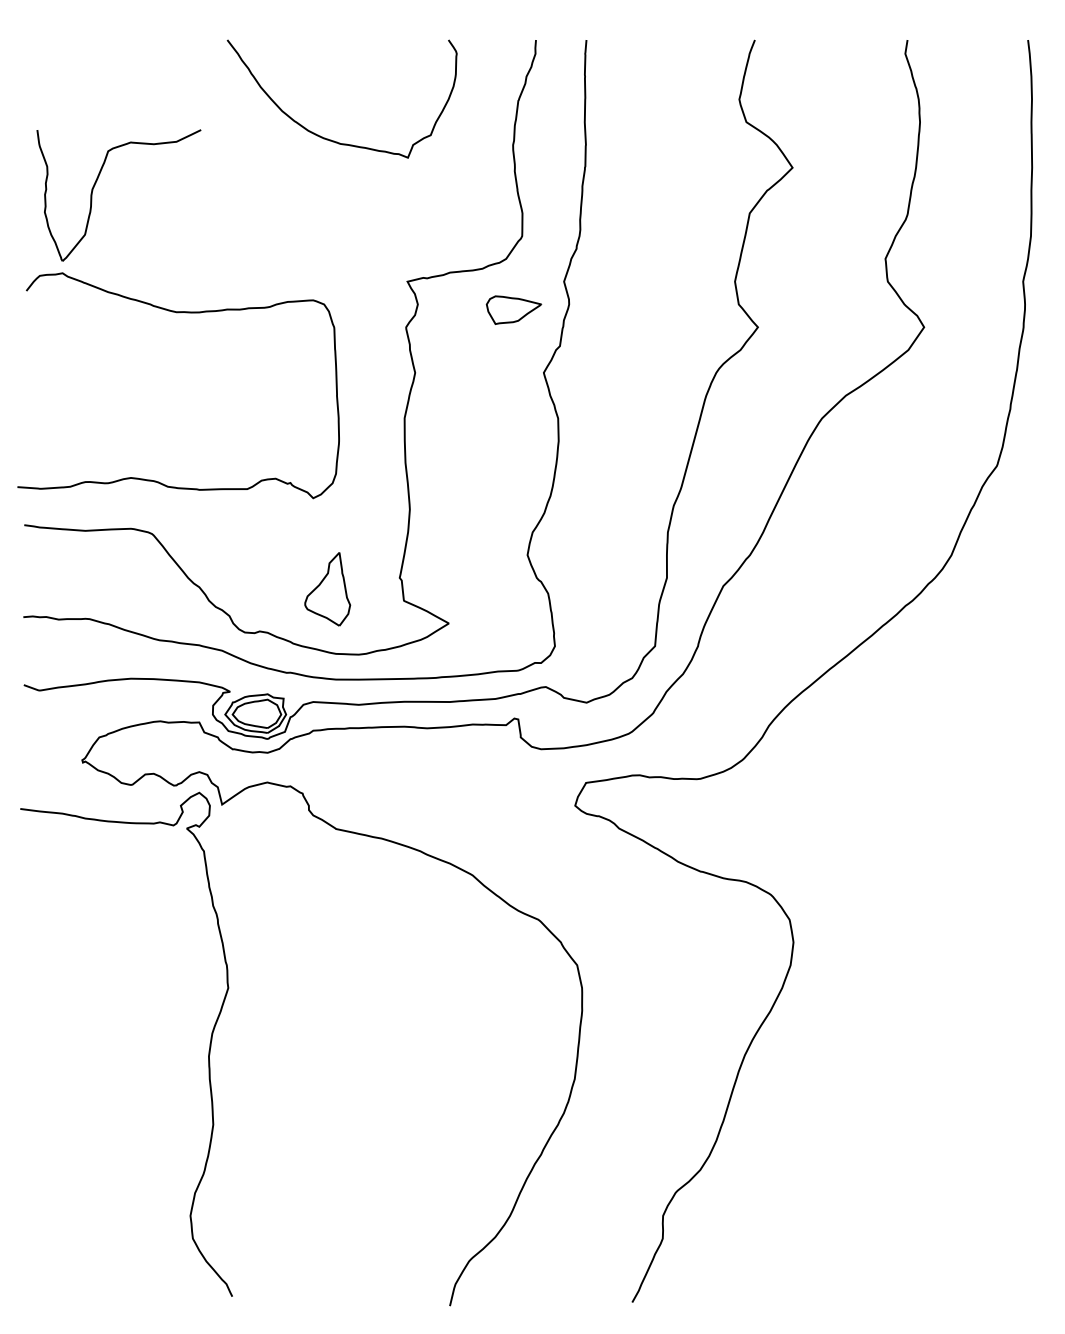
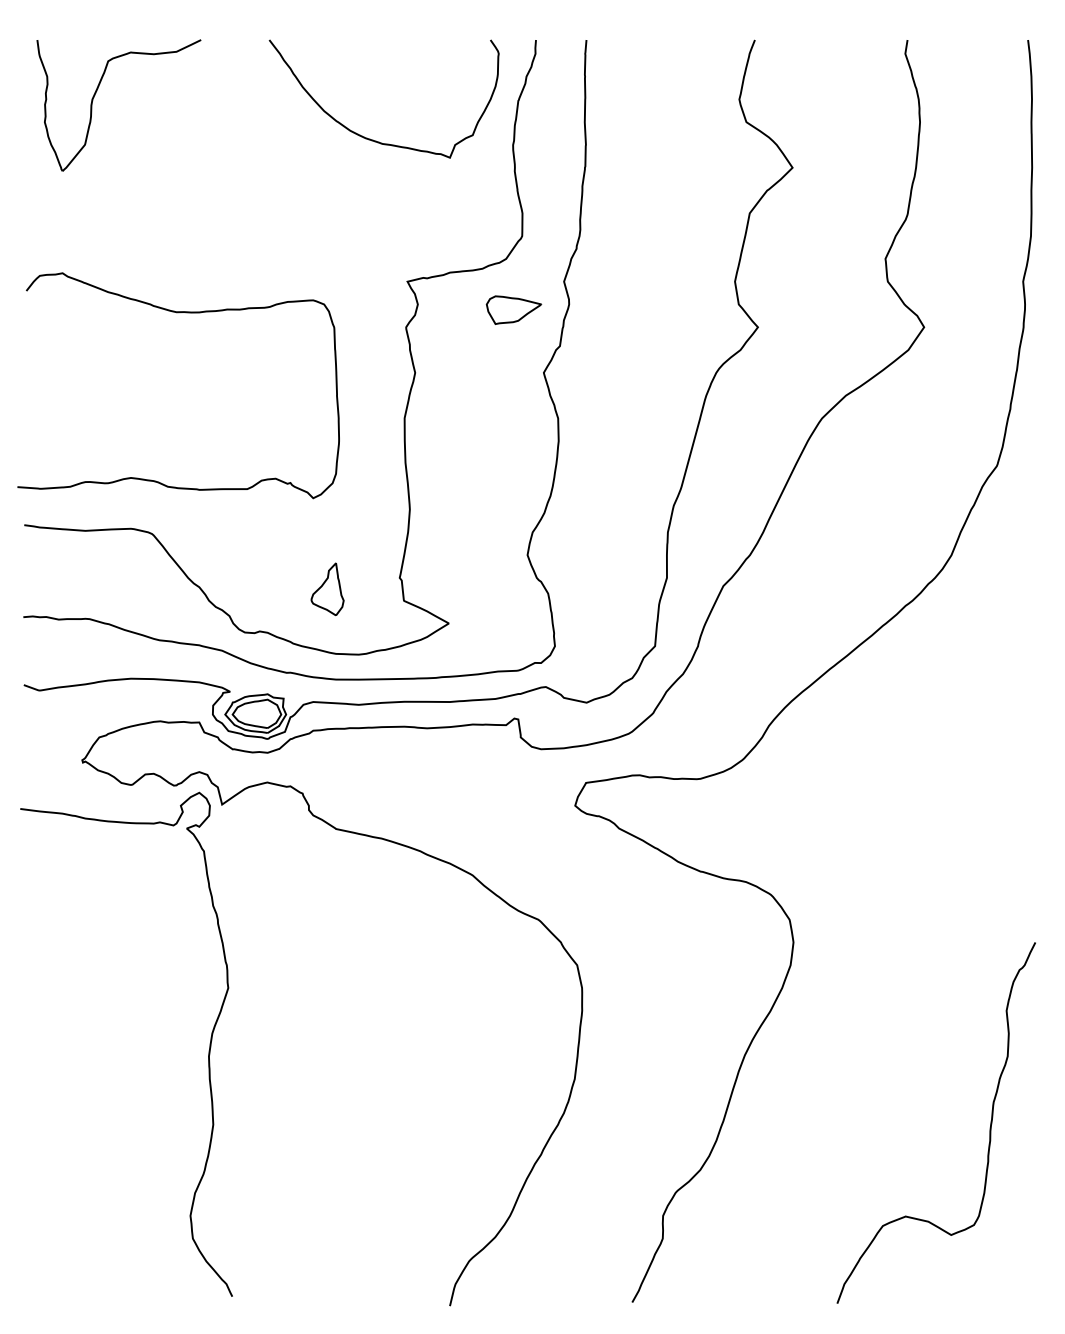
curve at (328, 138) position: (328, 138) -> (370, 138)
part at (96, 183) position: (96, 183) -> (96, 93)
part at (327, 589) size: 48x75 px -> 35x55 px
curve at (989, 1127): none -> present
